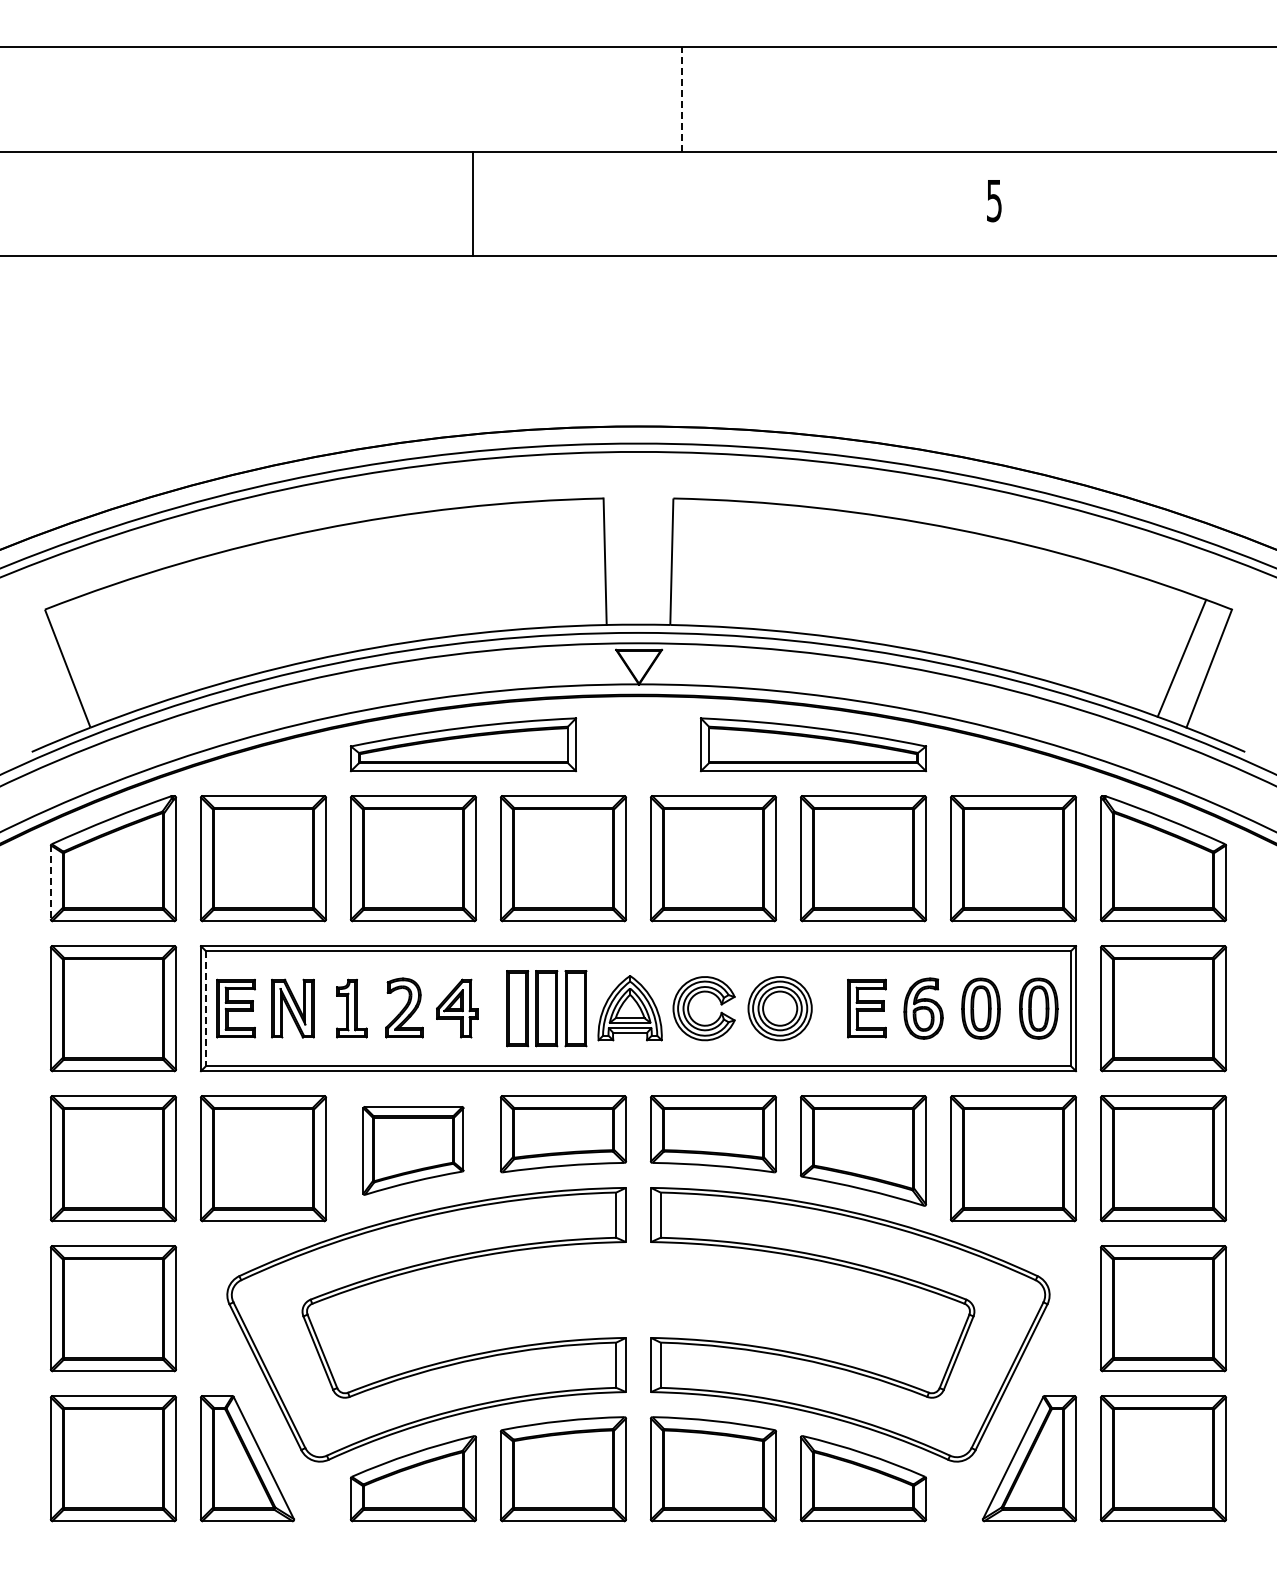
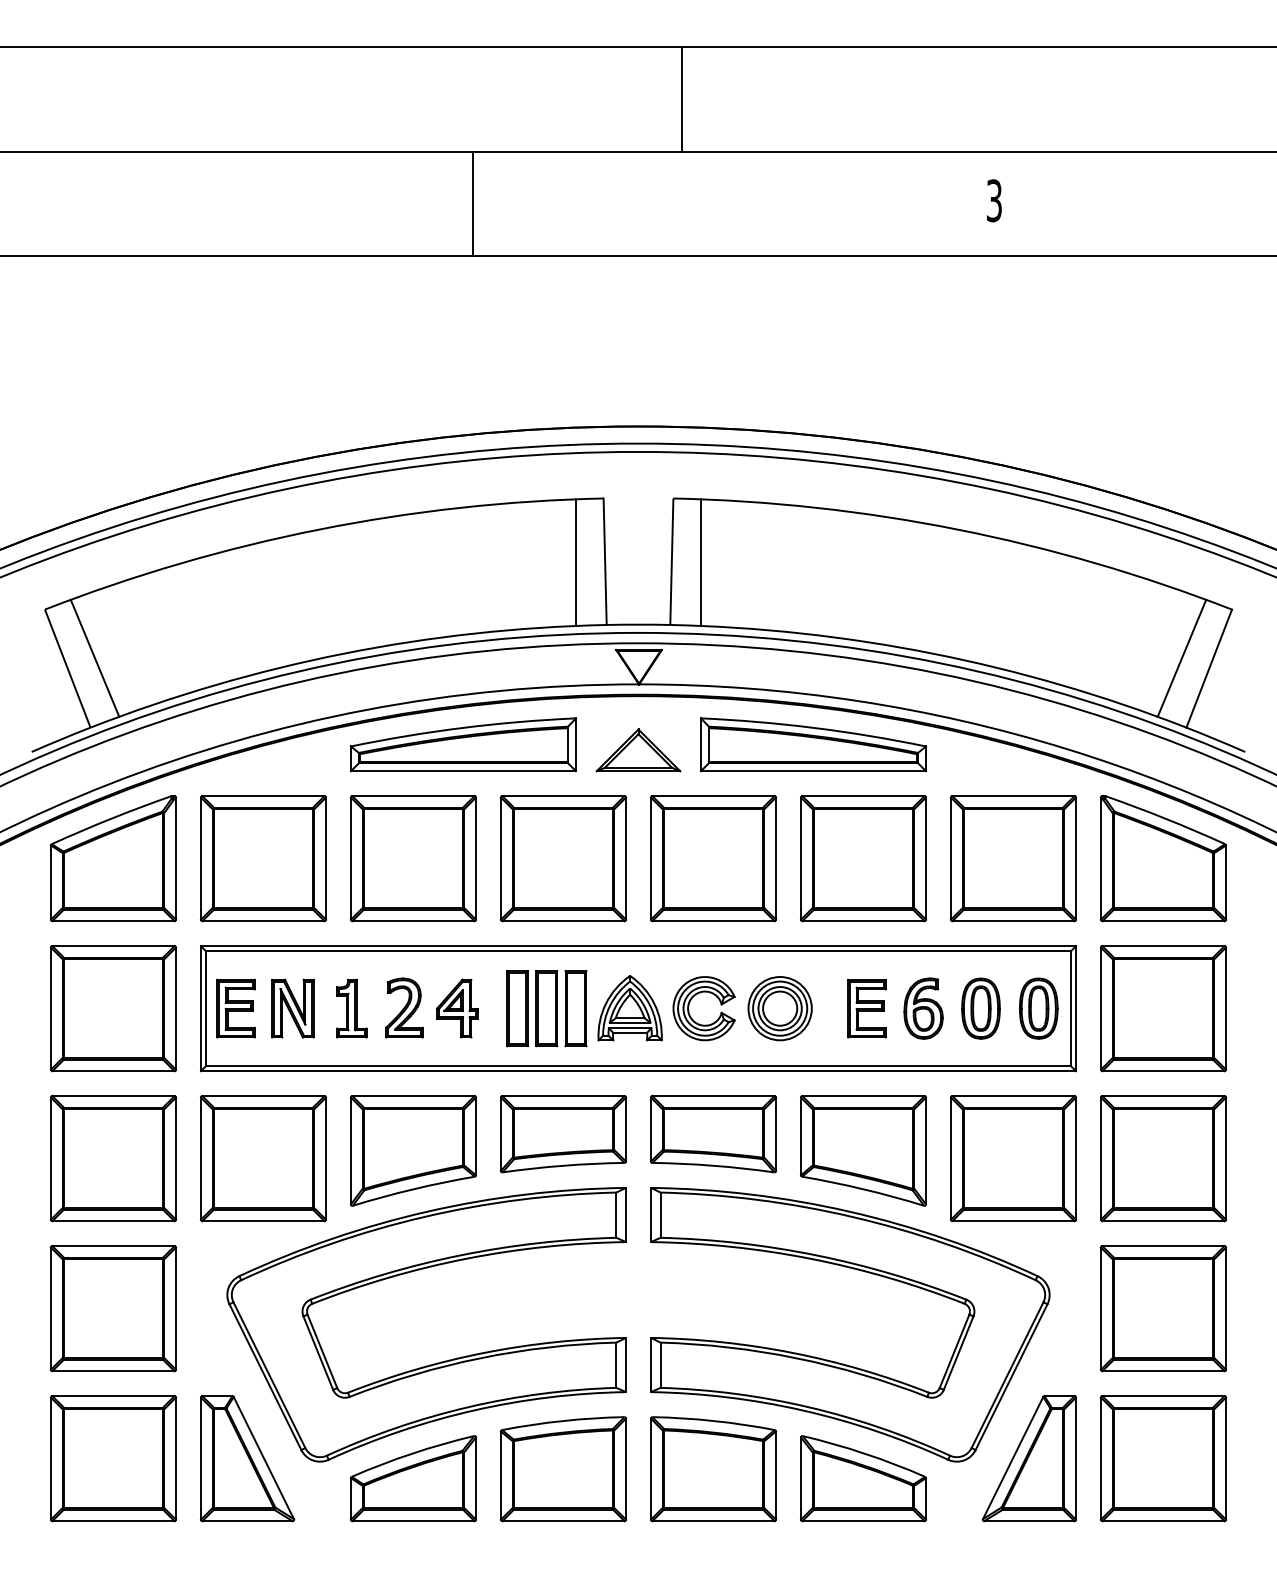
line at (681, 99): dashed -> solid
text at (994, 200): 5 -> 3
line at (576, 562): none -> present
line at (701, 562): none -> present
line at (94, 657): none -> present
part at (638, 750): none -> present
line at (50, 883): dashed -> solid
line at (205, 1008): dashed -> solid
part at (413, 1150) size: 103x90 px -> 129x112 px
